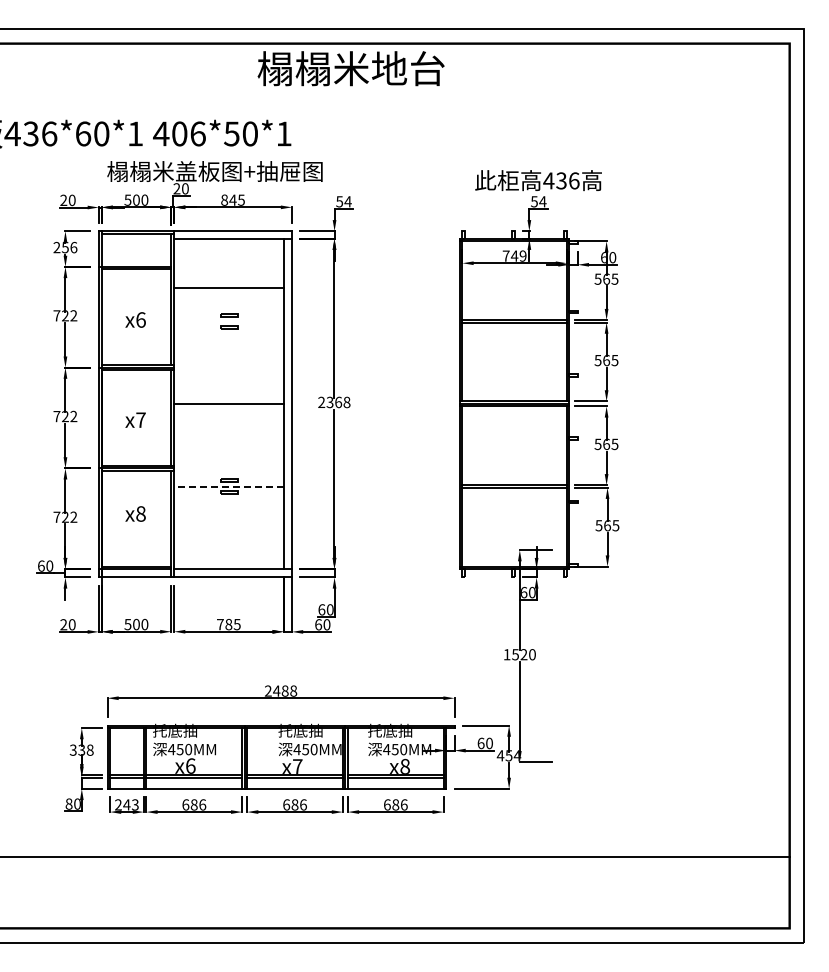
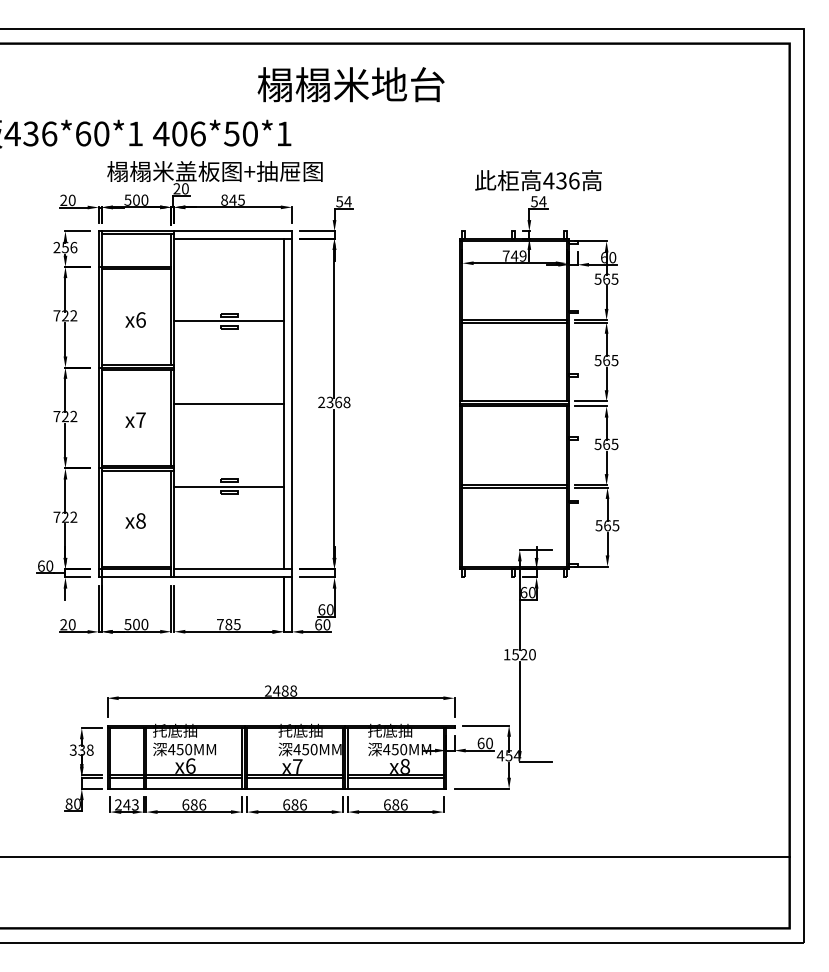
text at (350, 68) position: (350, 68) -> (350, 84)
line at (228, 288) position: (228, 288) -> (228, 321)
line at (228, 486): dashed -> solid
text at (135, 513) position: (135, 513) -> (135, 520)
